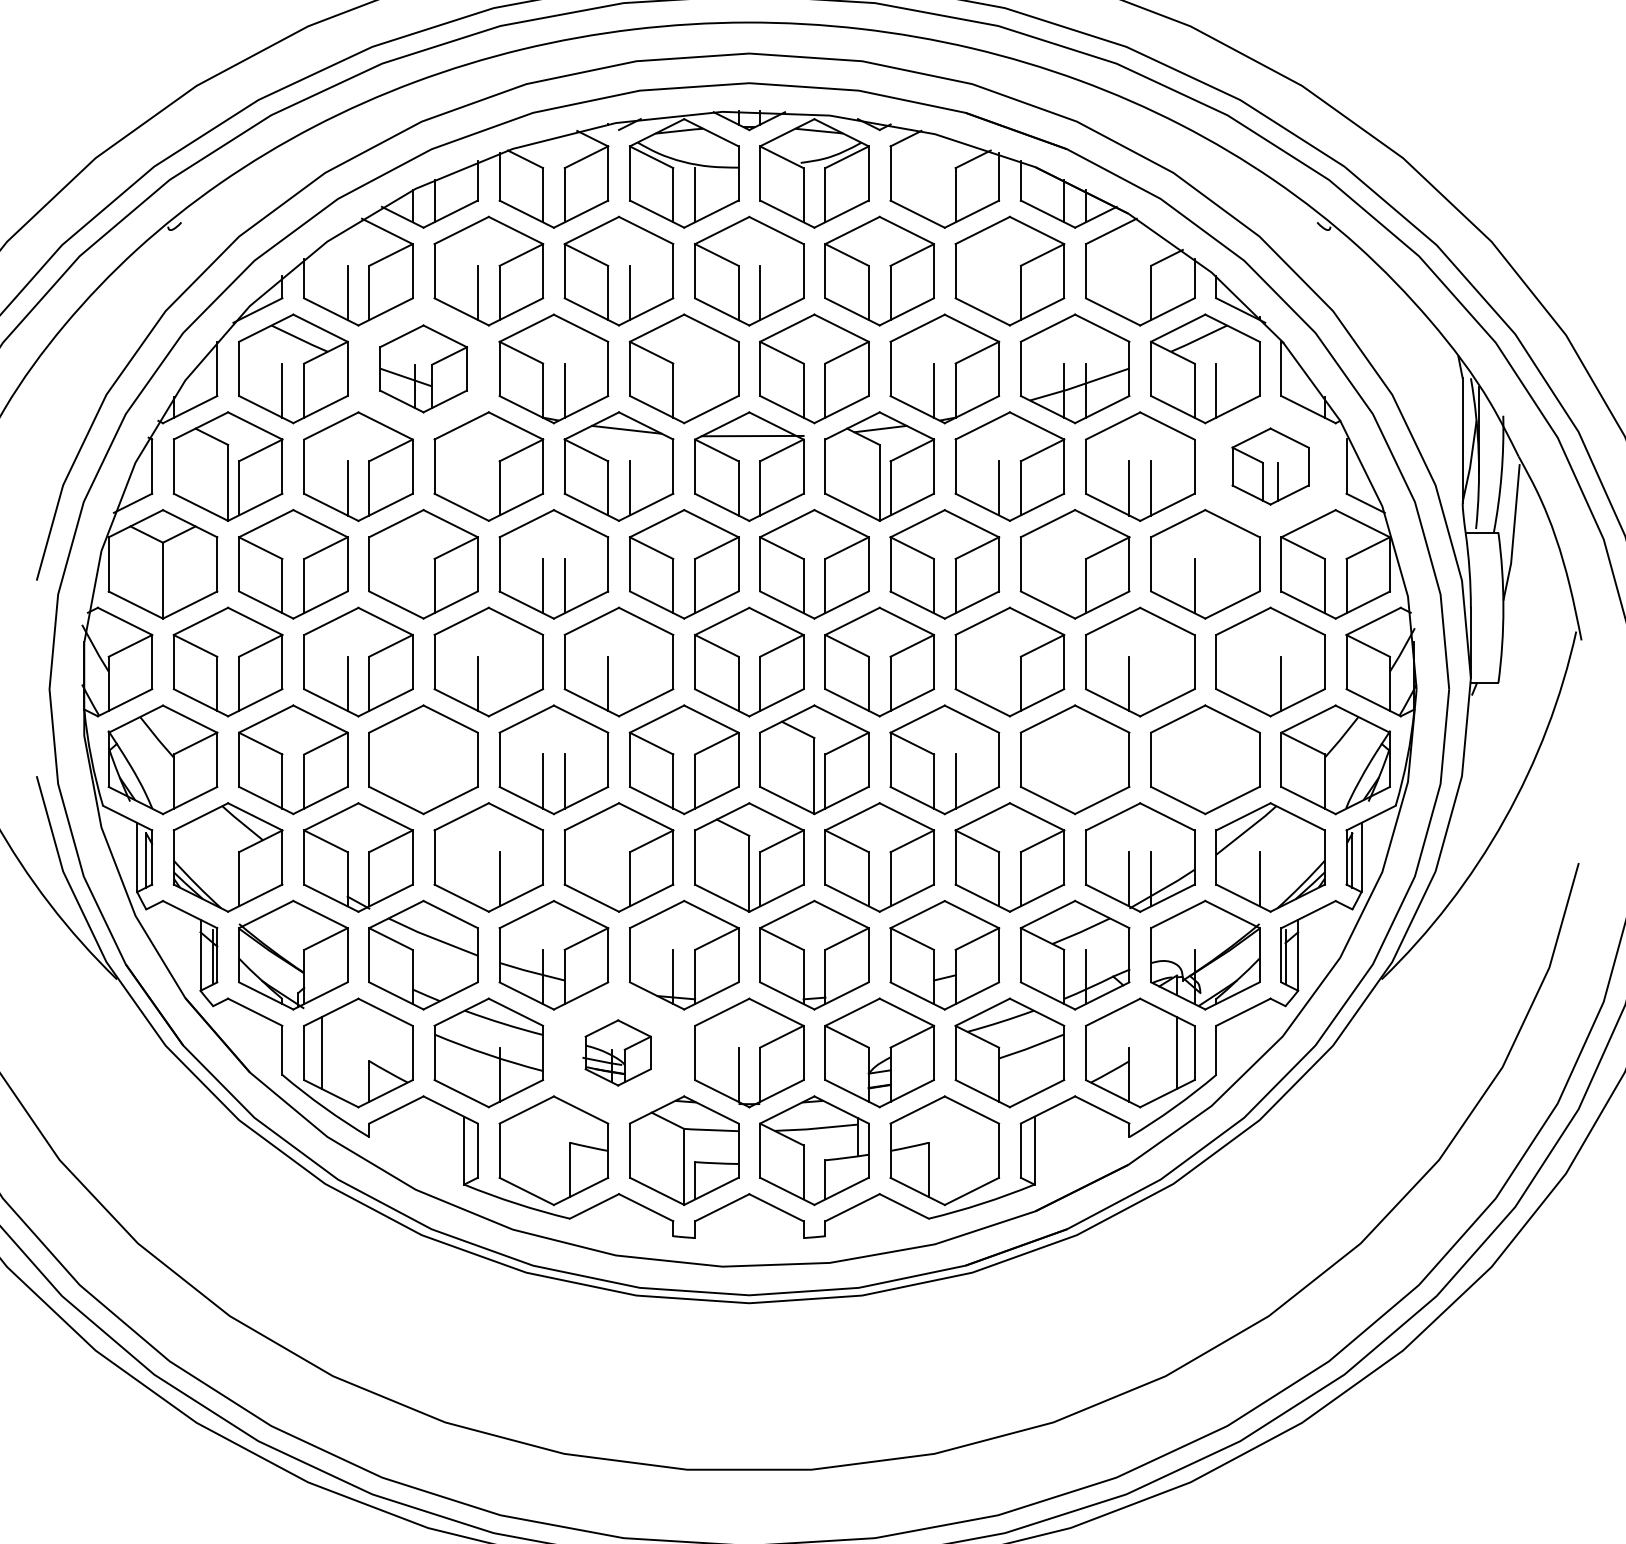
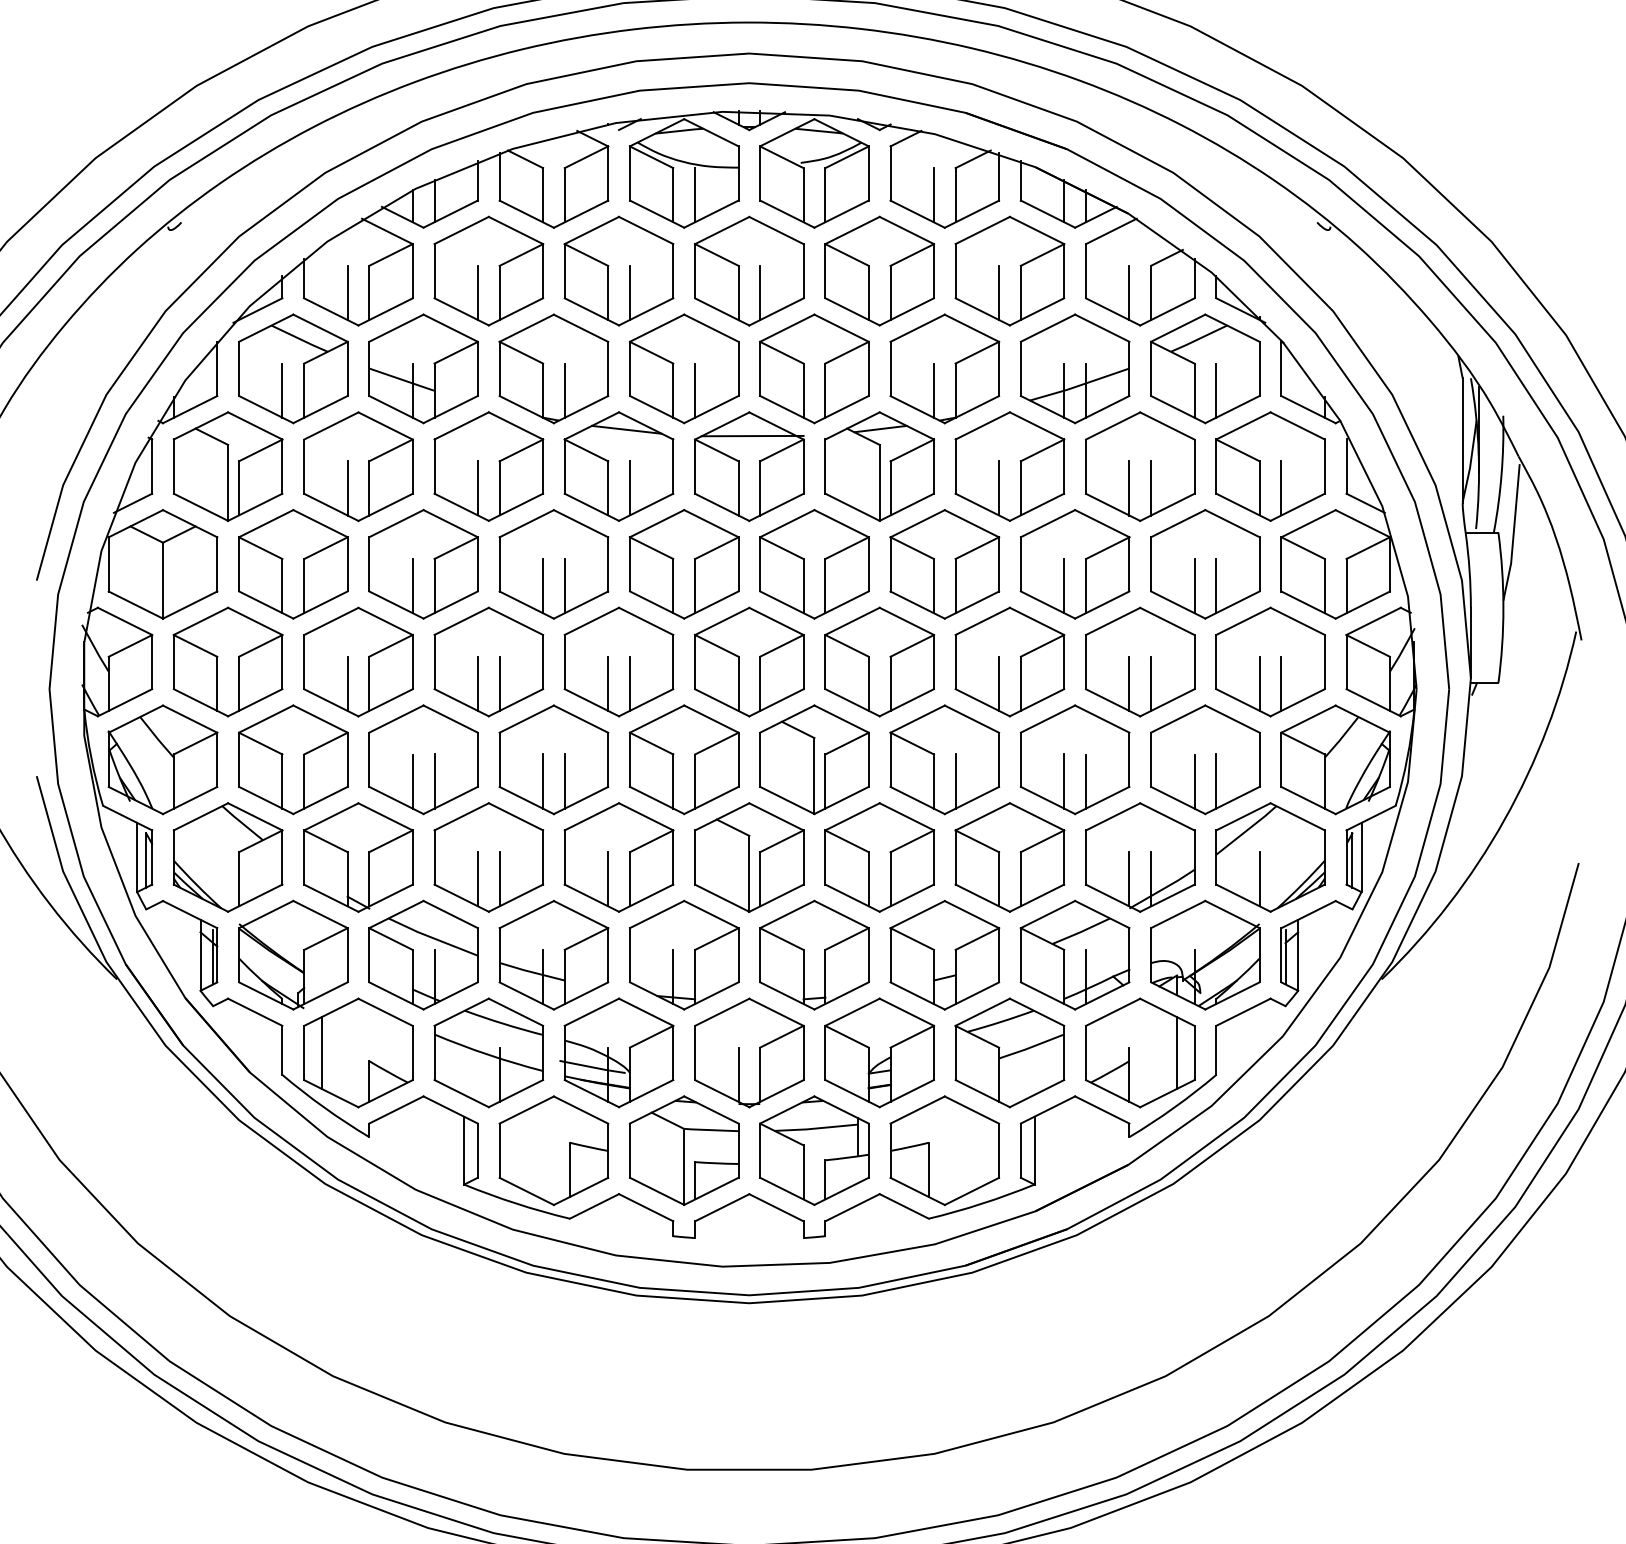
line at (933, 195): none -> present
line at (999, 292): none -> present
line at (1129, 292): none -> present
part at (423, 368) size: 89x90 px -> 111x112 px
line at (695, 390): none -> present
part at (1270, 466) size: 79x79 px -> 111x111 px
line at (477, 488): none -> present
line at (1064, 585): none -> present
line at (1216, 585): none -> present
line at (412, 586): none -> present
line at (499, 683): none -> present
line at (630, 683): none -> present
line at (999, 683): none -> present
line at (1151, 683): none -> present
line at (1259, 683): none -> present
line at (412, 781): none -> present
line at (434, 781): none -> present
line at (1064, 781): none -> present
line at (1086, 781): none -> present
line at (1194, 781): none -> present
line at (1216, 781): none -> present
line at (477, 879): none -> present
line at (608, 879): none -> present
line at (434, 976): none -> present
part at (616, 1052) size: 70x68 px -> 116x112 px
